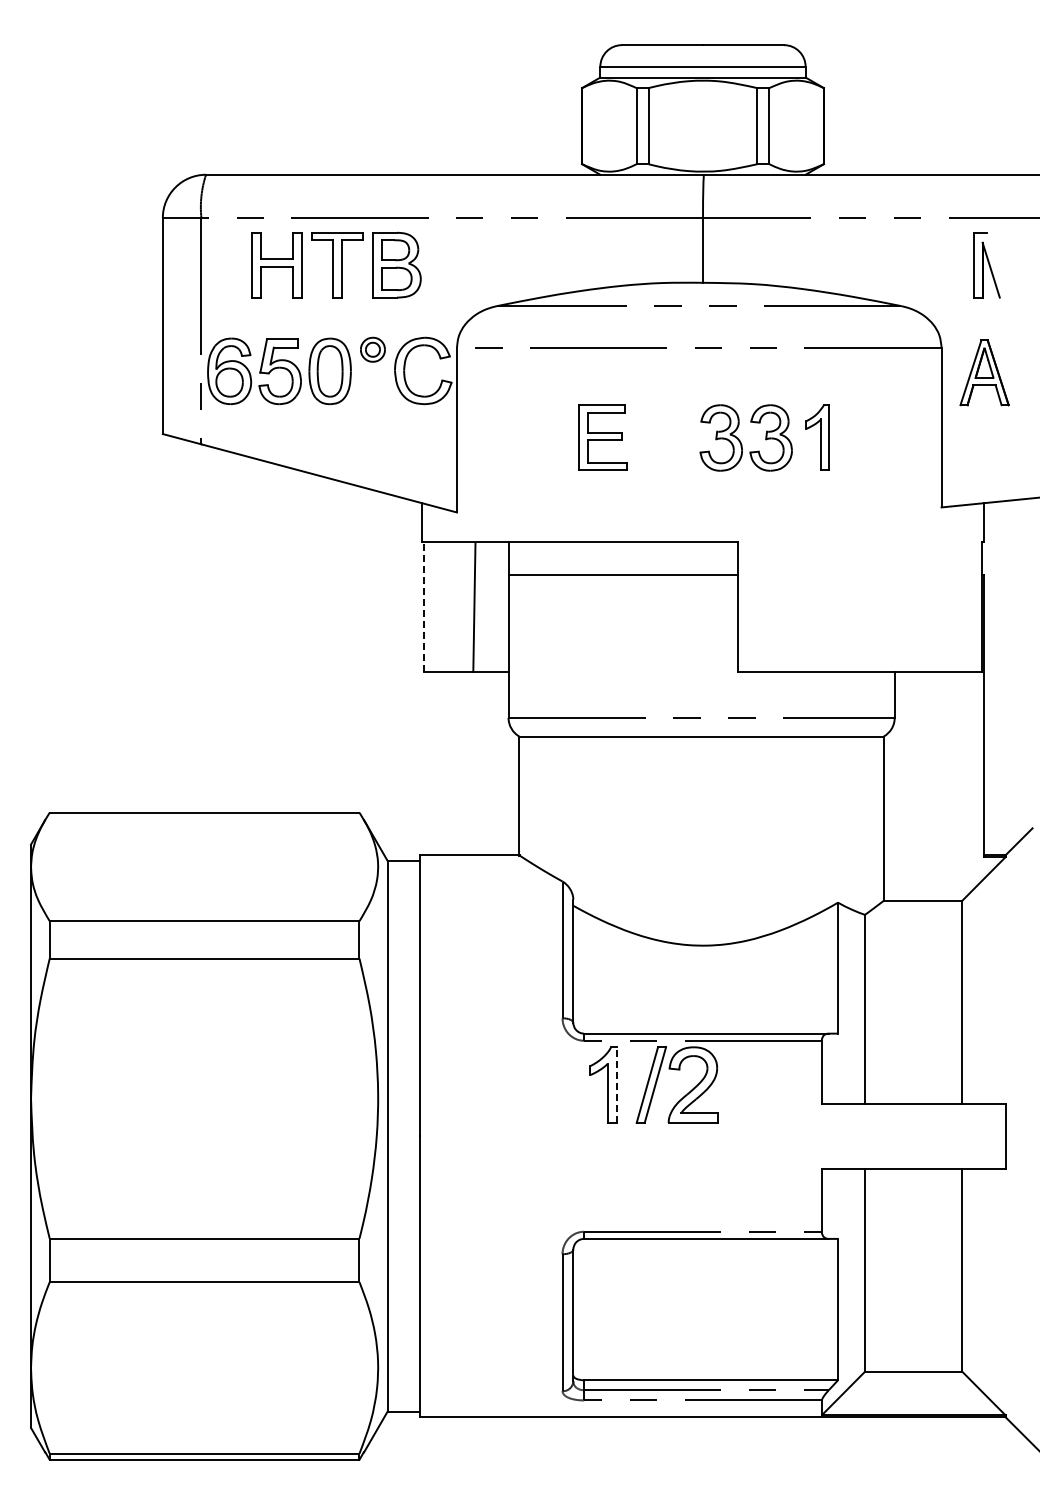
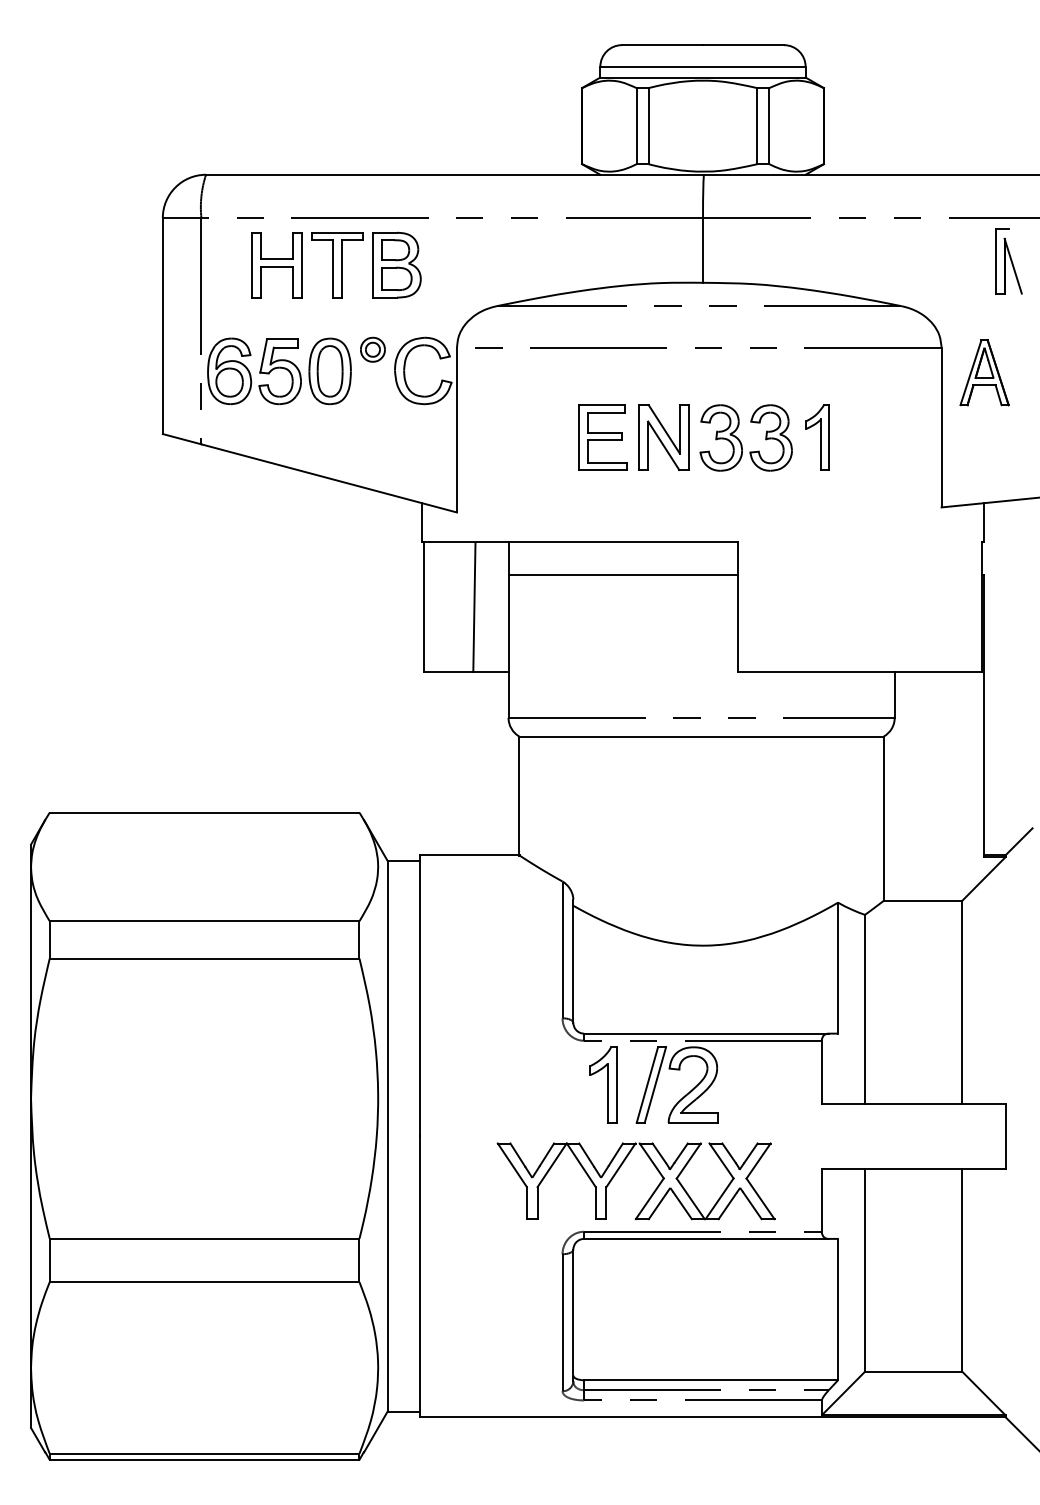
part at (986, 265) position: (986, 265) -> (1008, 261)
part at (663, 437): none -> present
line at (424, 606): dashed -> solid
line at (617, 1085): dashed -> solid
part at (619, 1169): none -> present
